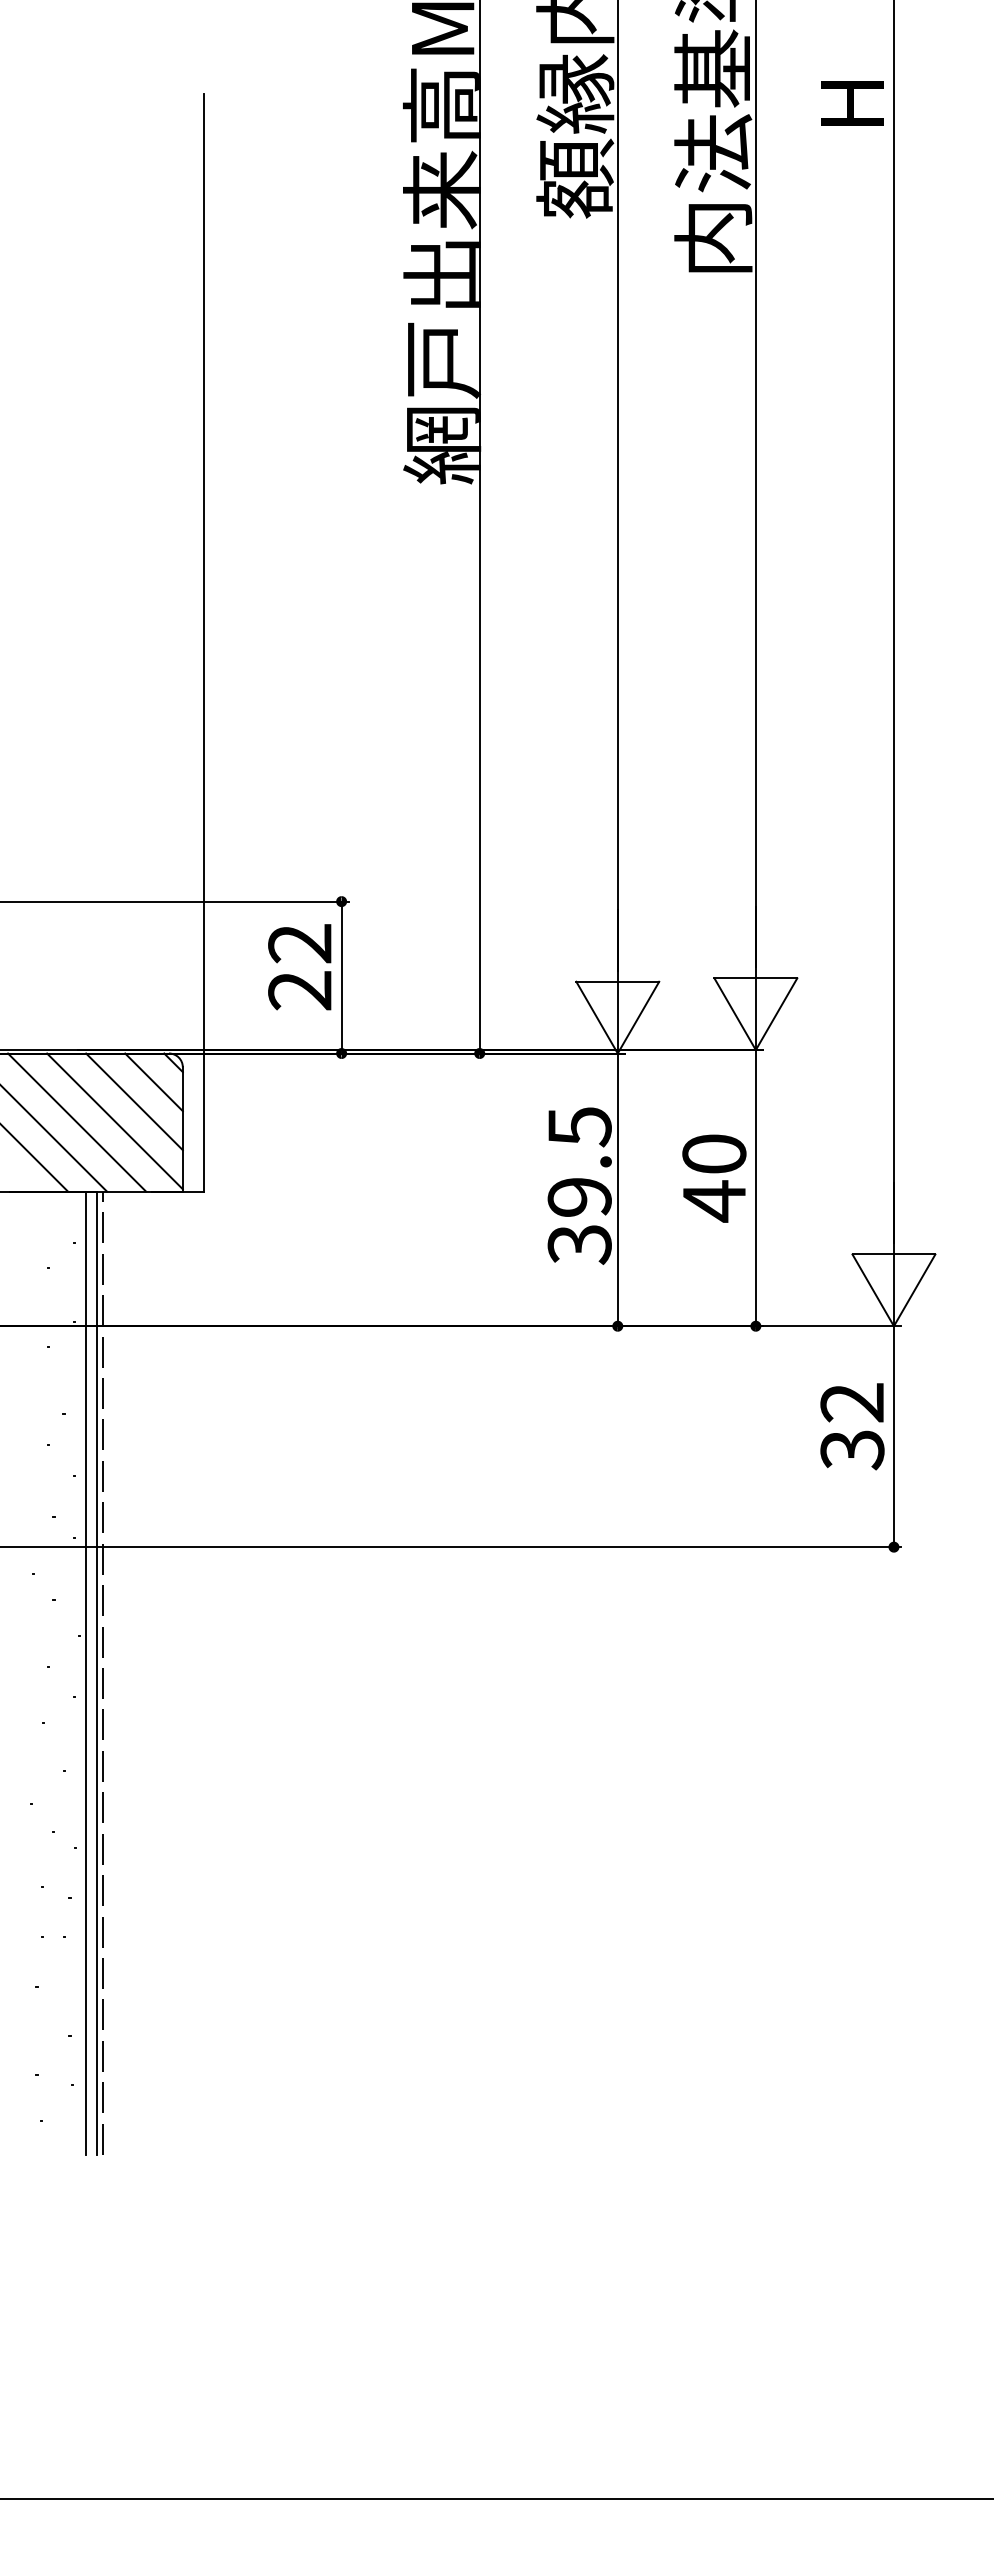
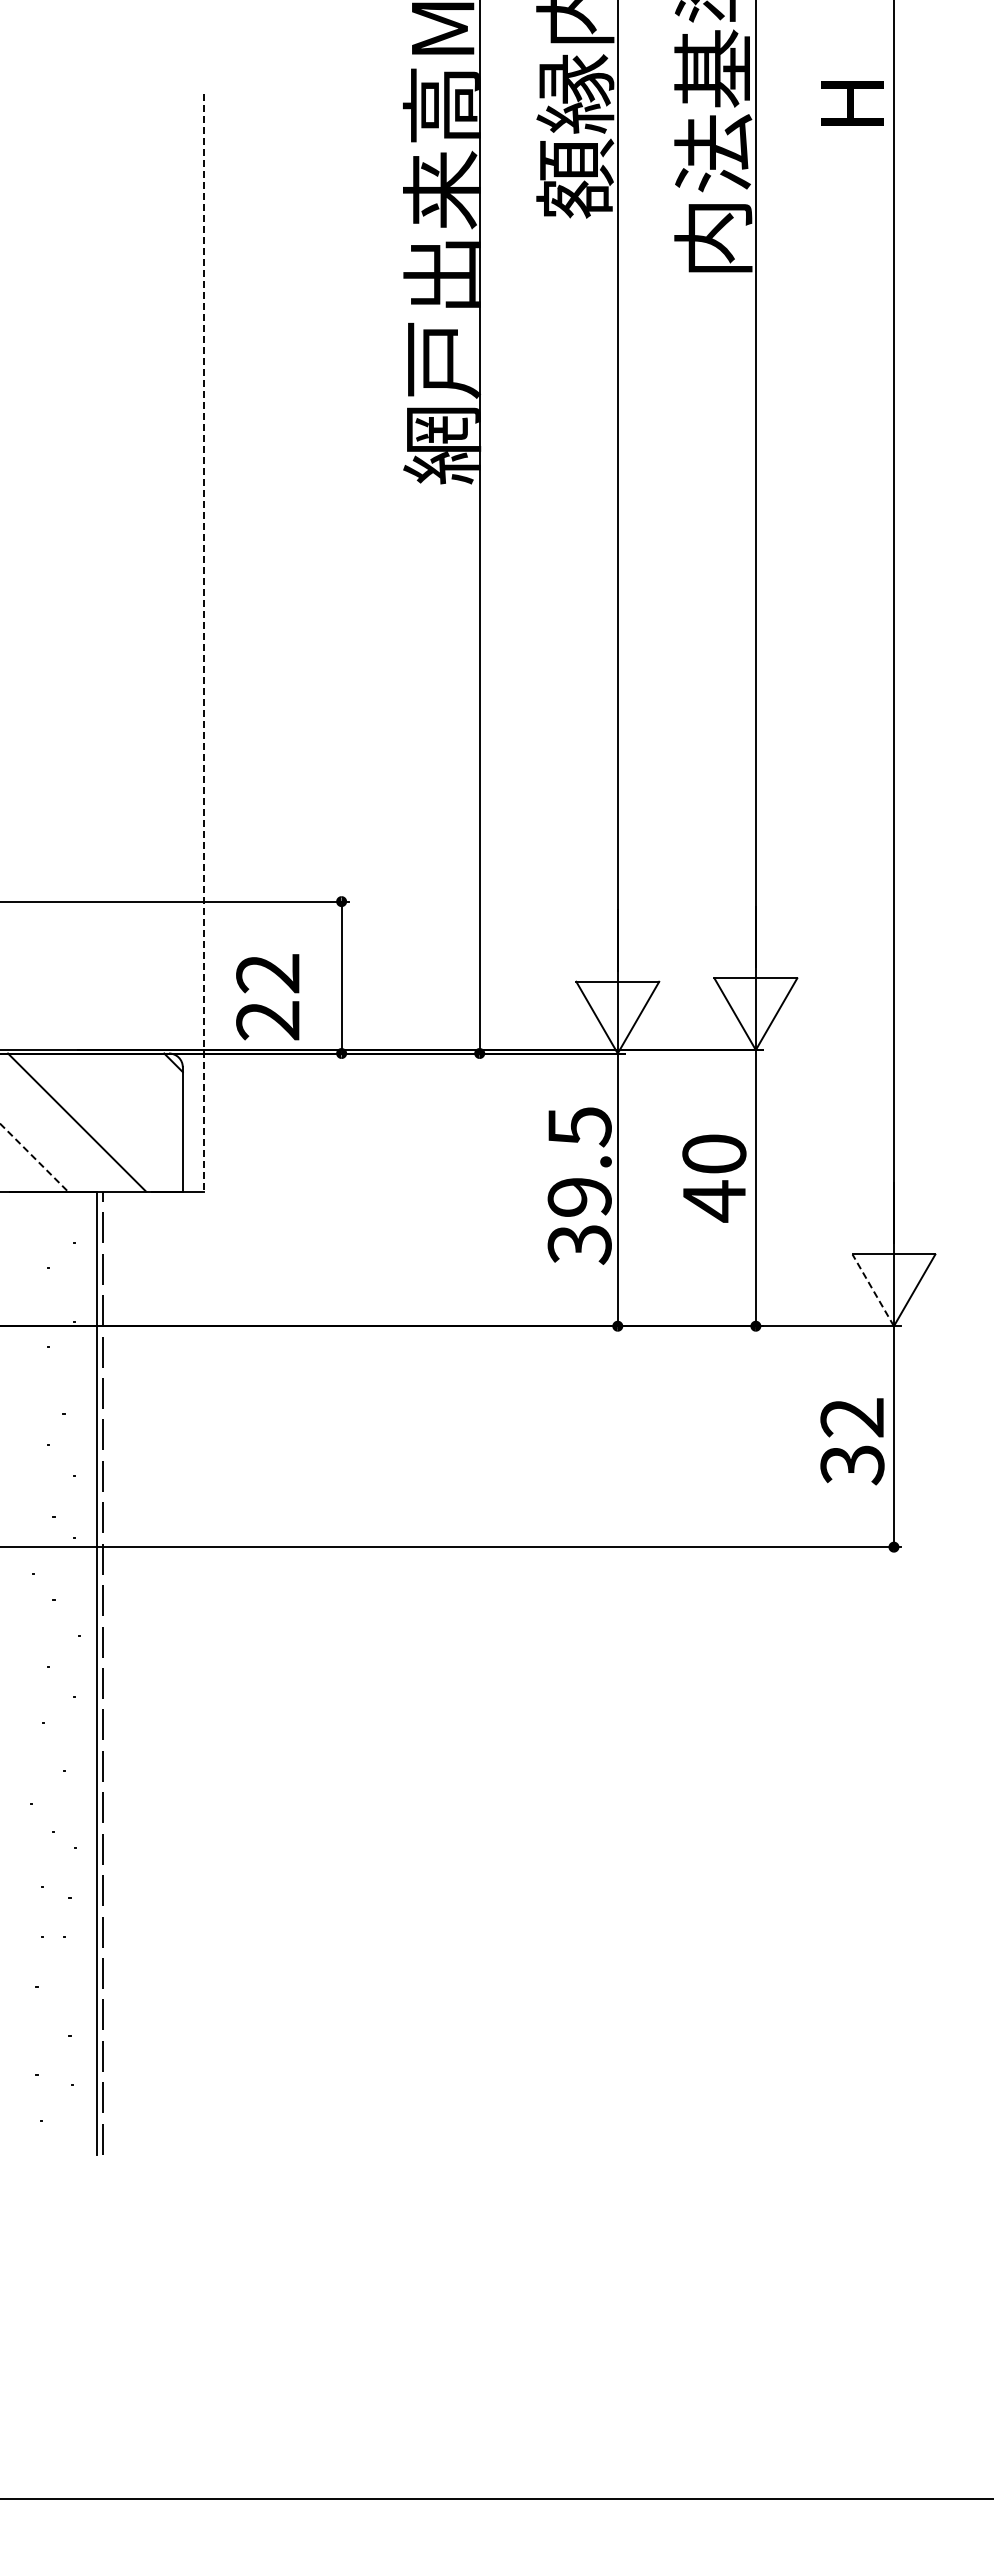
line at (203, 642): solid -> dashed
text at (299, 967) position: (299, 967) -> (267, 997)
line at (153, 1082): present -> none
line at (134, 1101): present -> none
line at (114, 1121): present -> none
line at (54, 1138): present -> none
line at (34, 1157): solid -> dashed
line at (872, 1289): solid -> dashed
text at (852, 1426) position: (852, 1426) -> (852, 1441)
line at (86, 1672): present -> none
